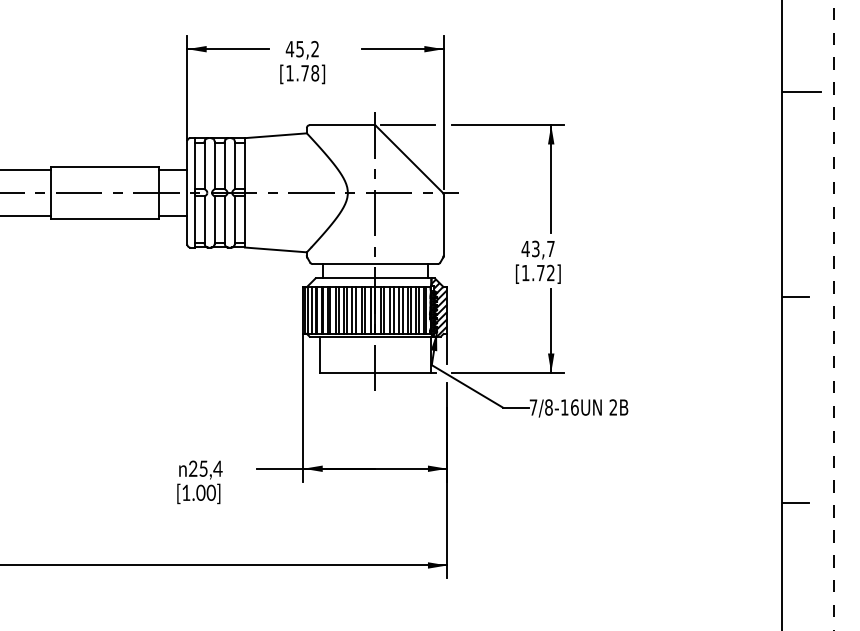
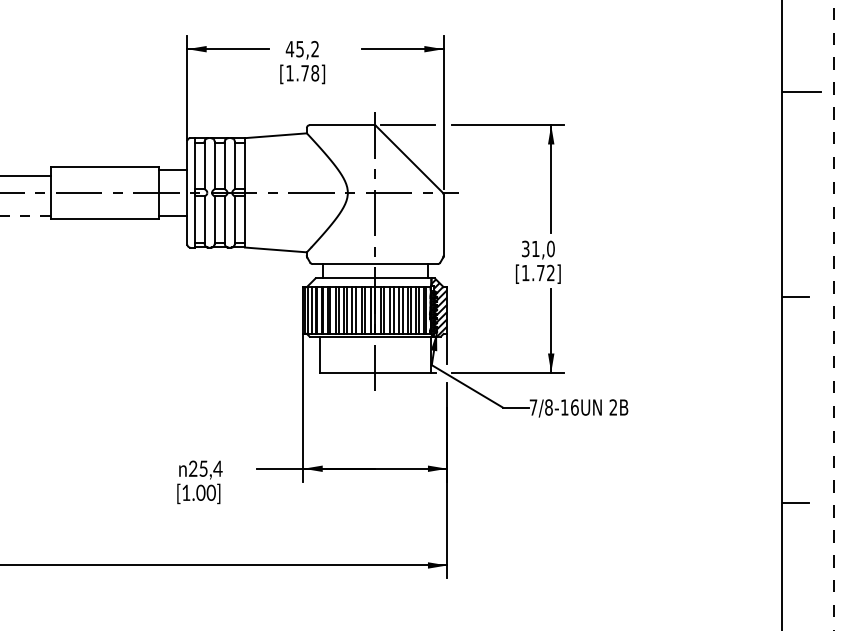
line at (26, 169) position: (26, 169) -> (26, 175)
line at (25, 215): solid -> dashed
text at (537, 248): 43,7 -> 31,0
